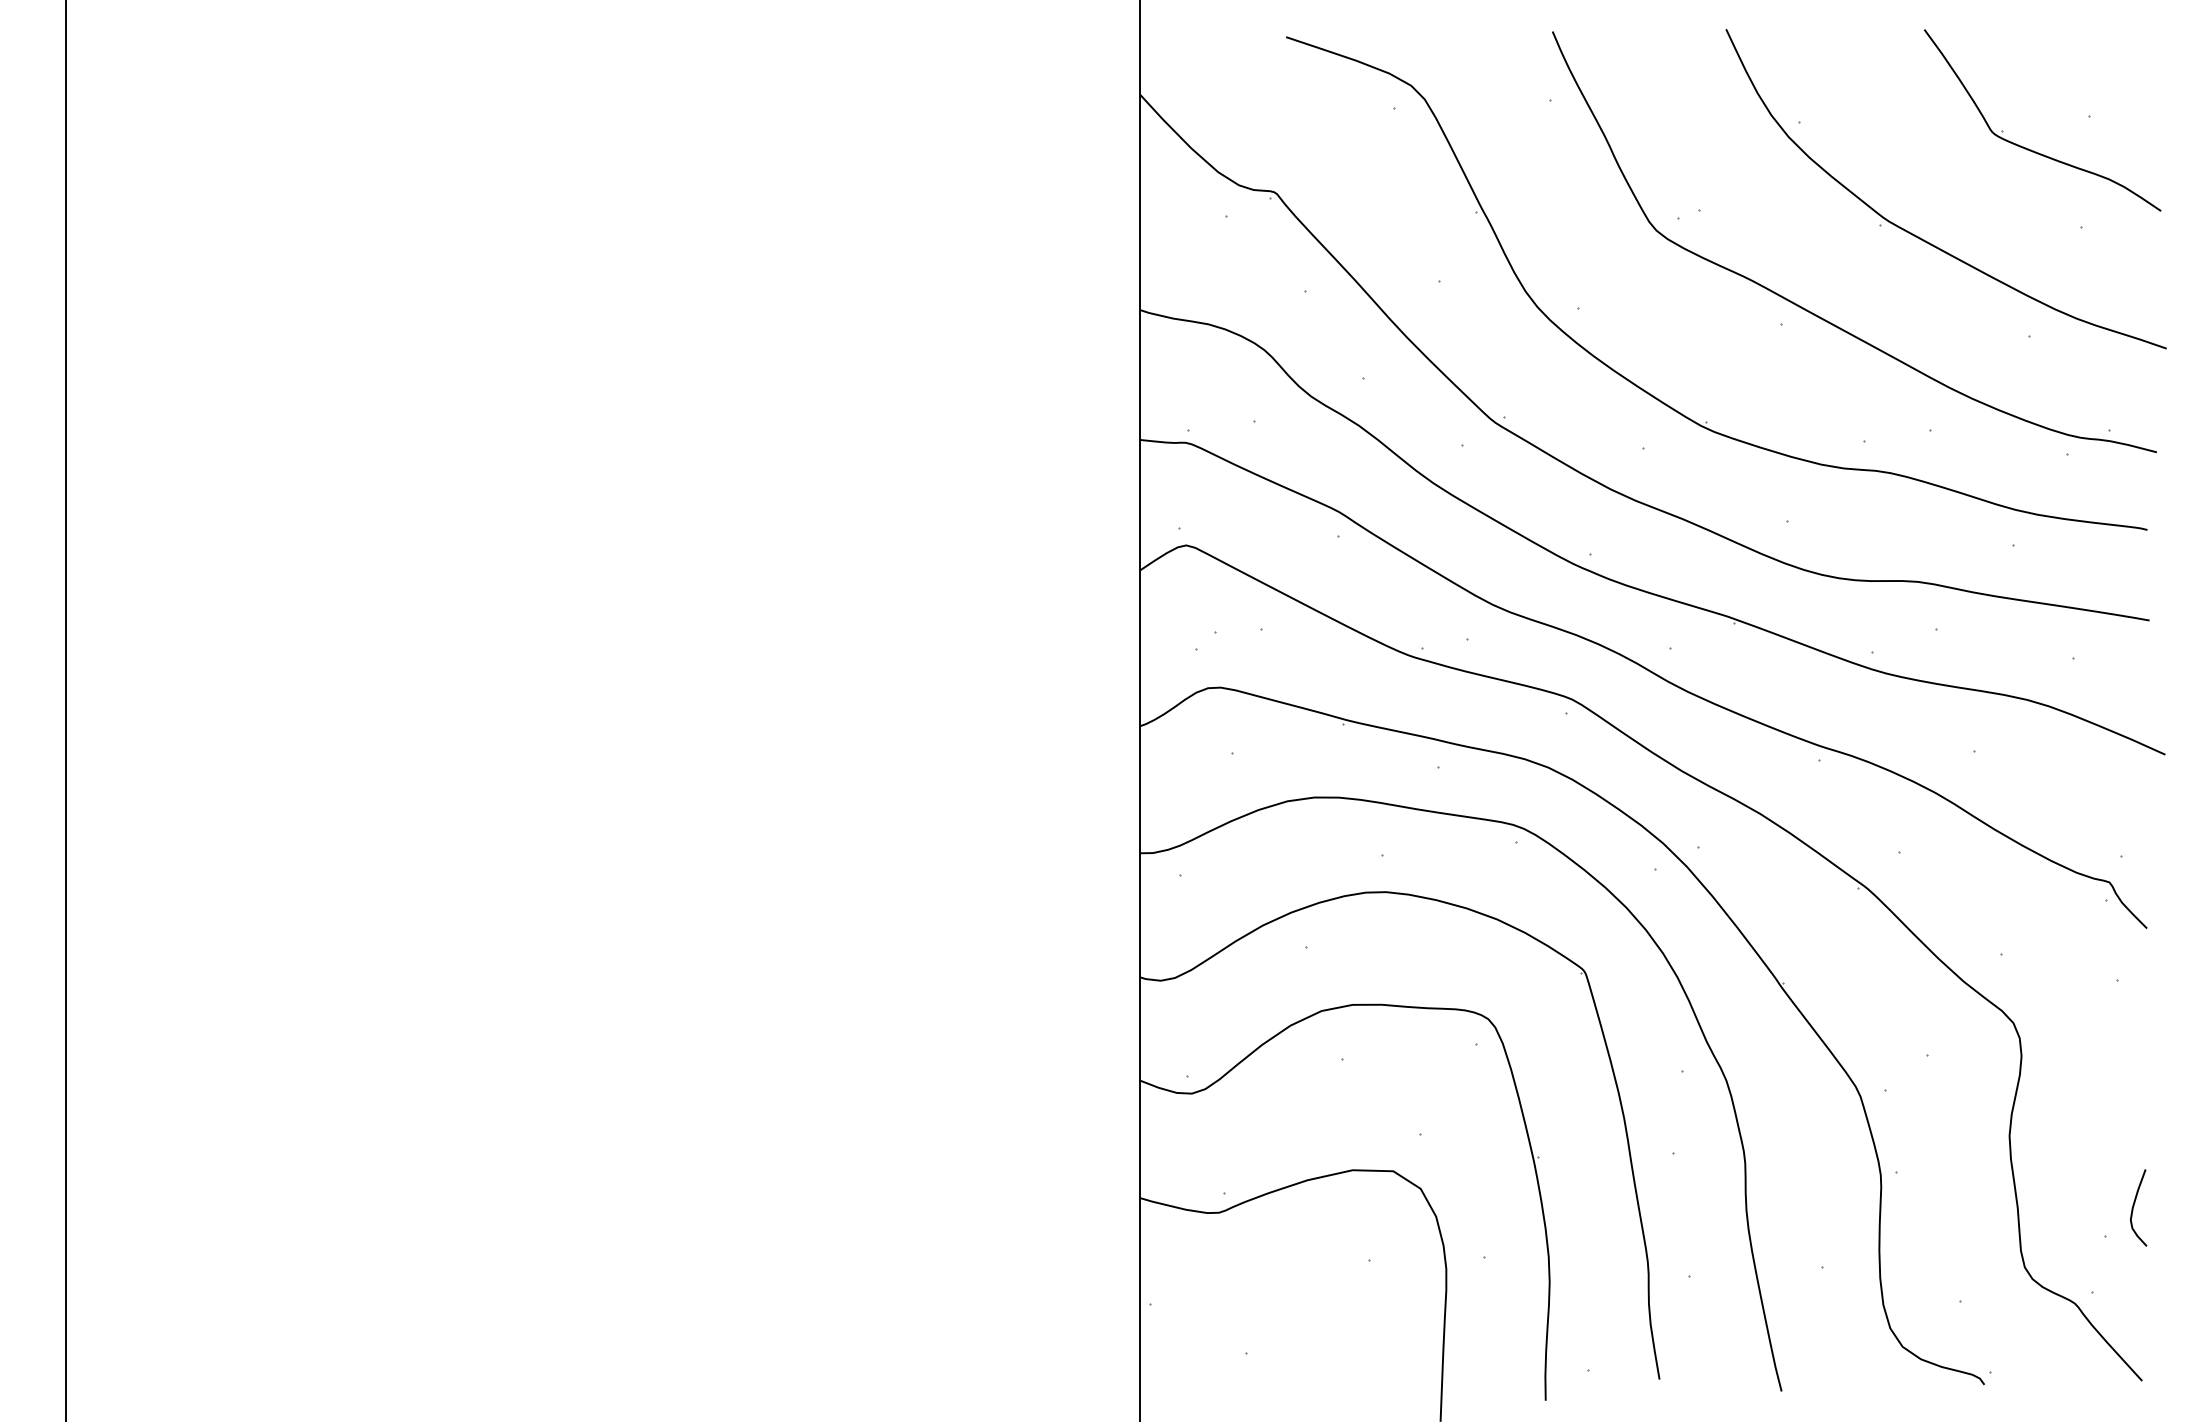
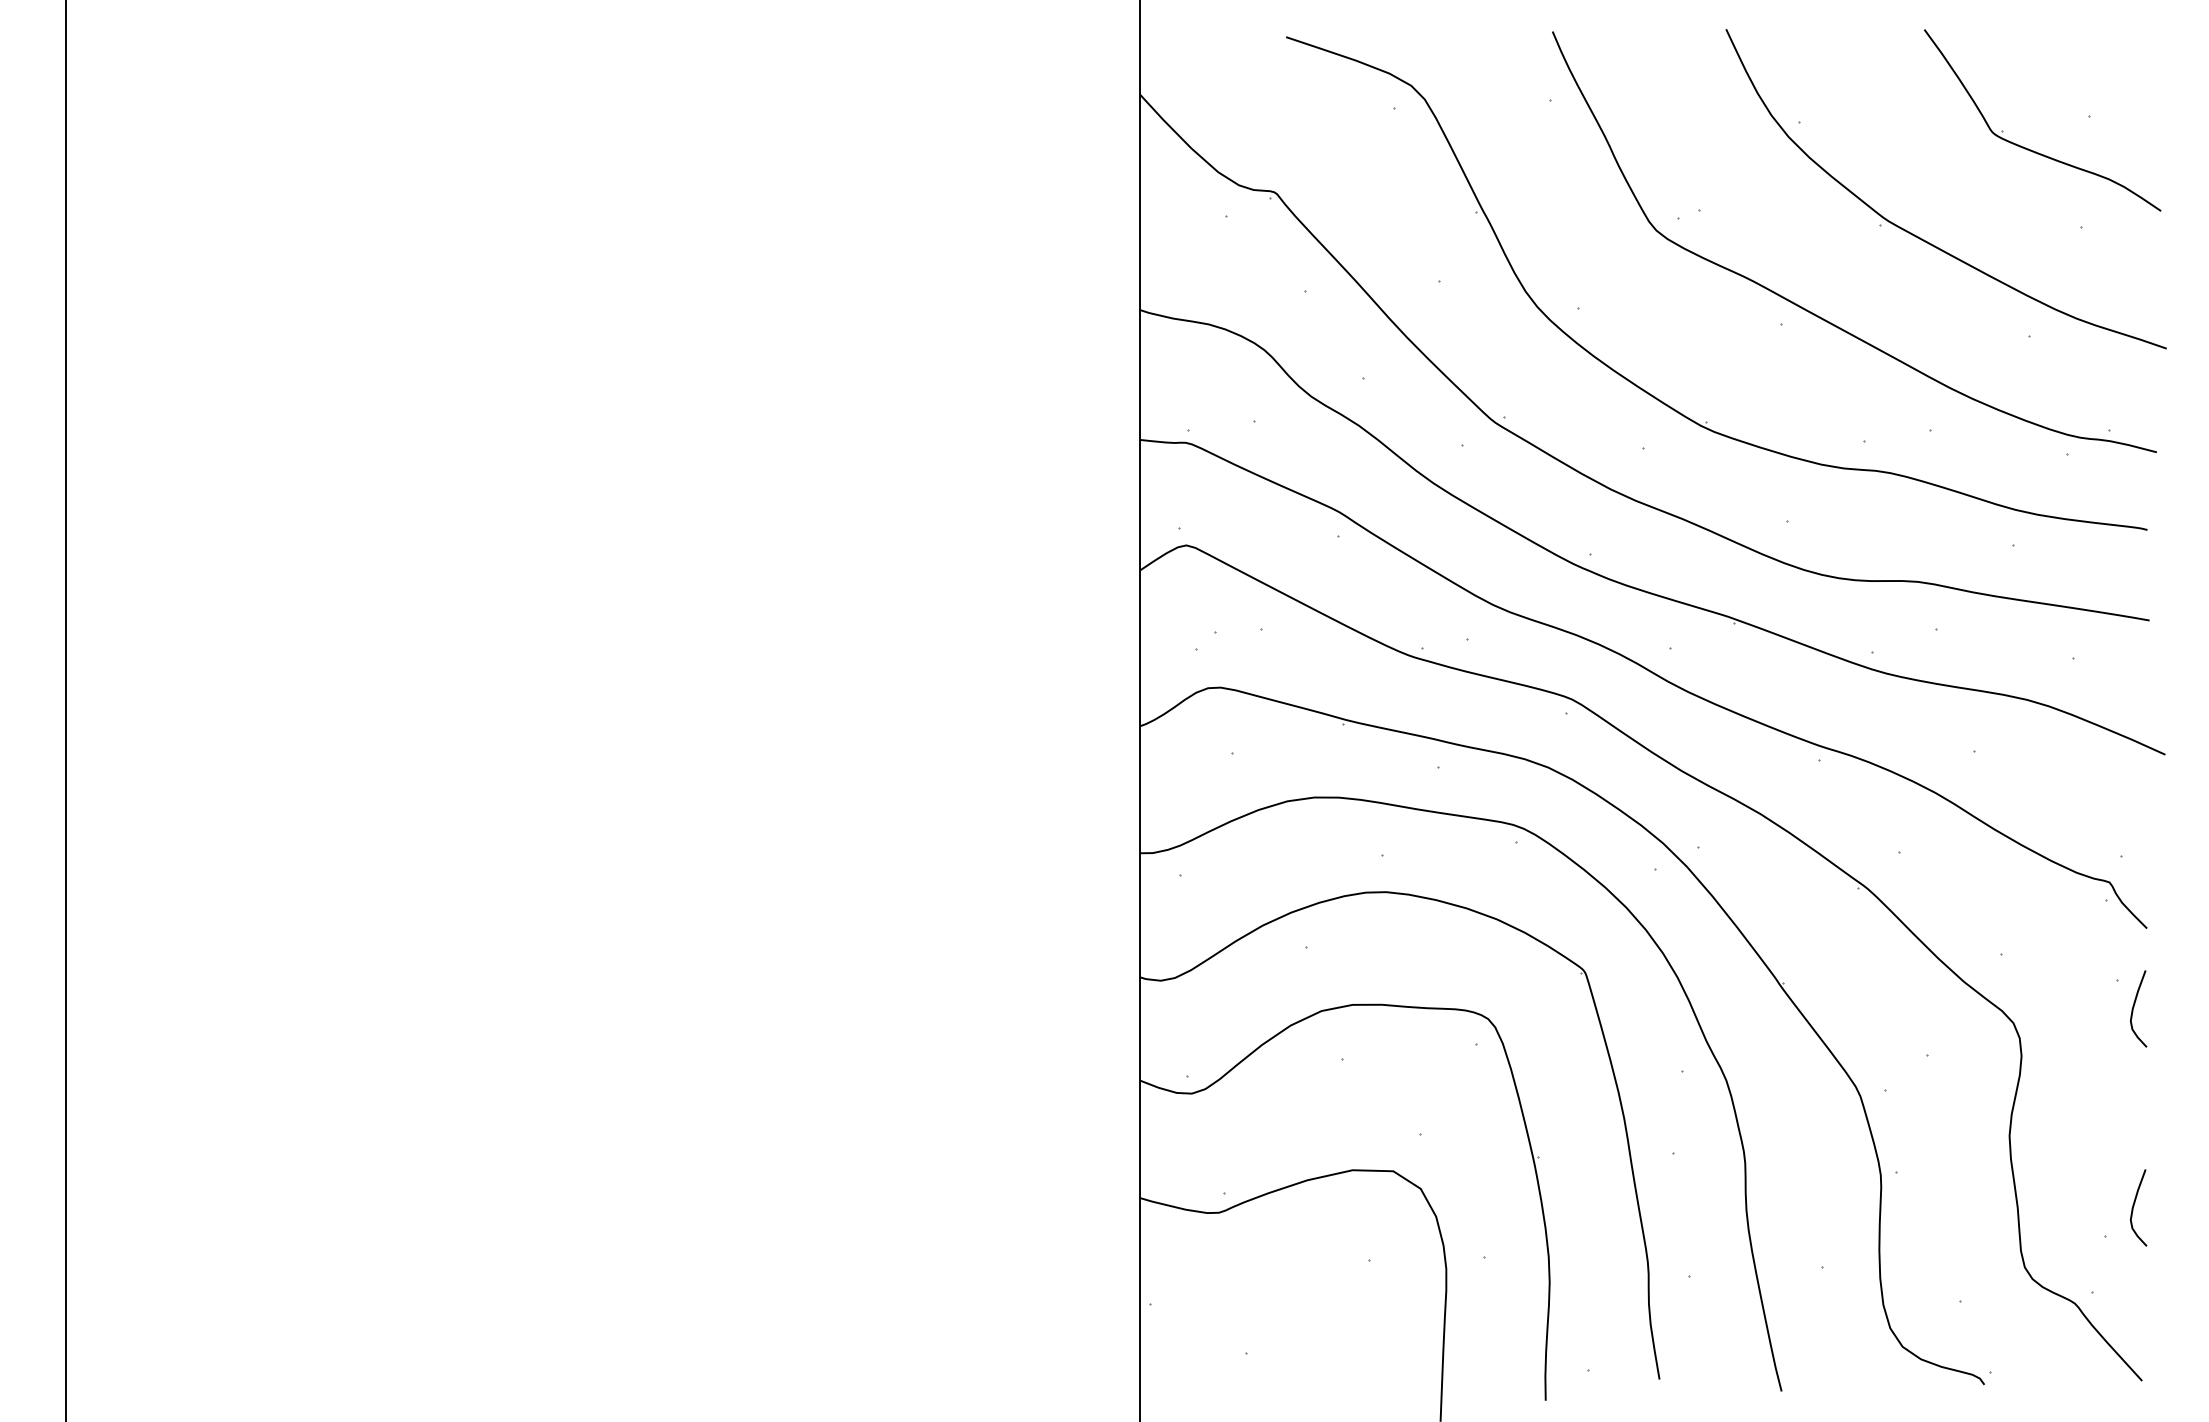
curve at (2134, 1007): none -> present
